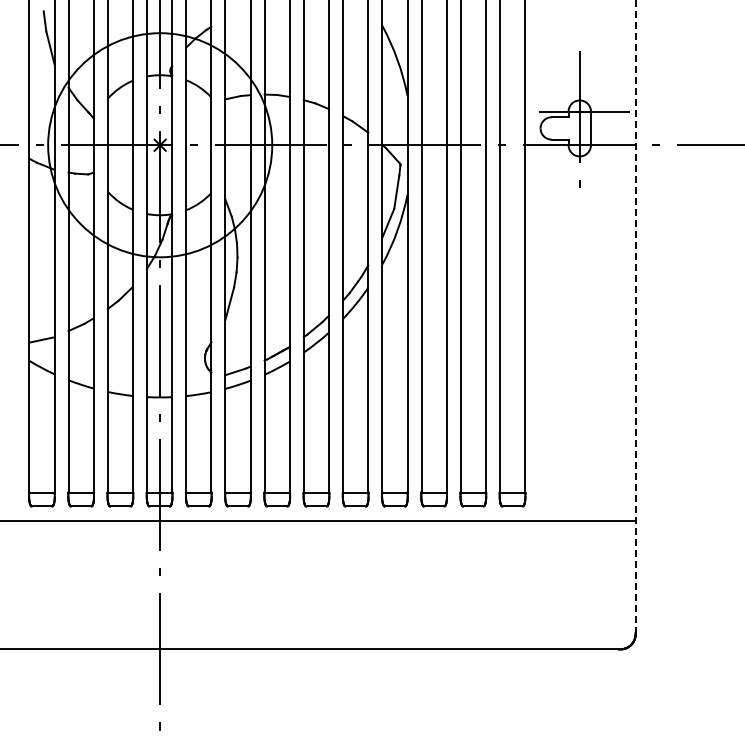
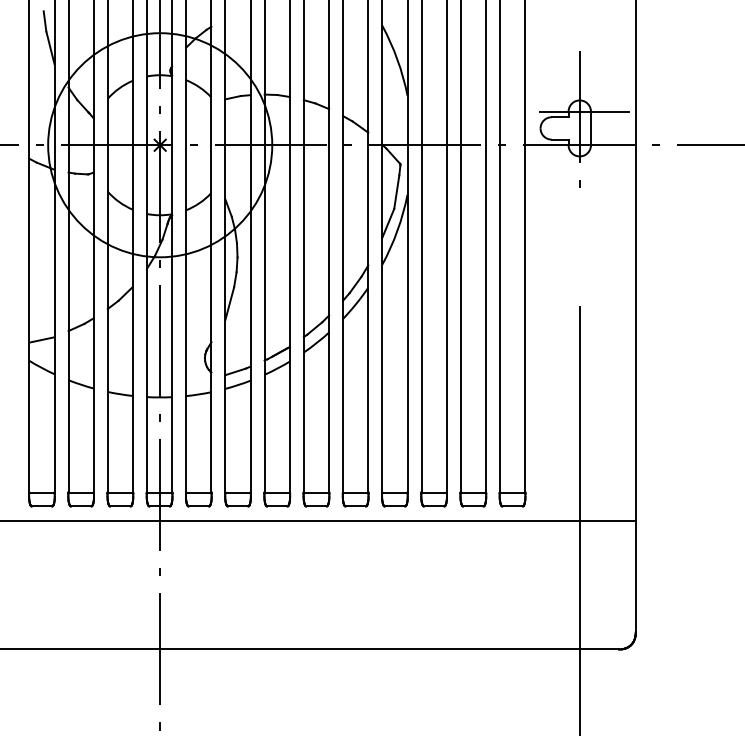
line at (635, 316): dashed -> solid
line at (579, 519): none -> present
